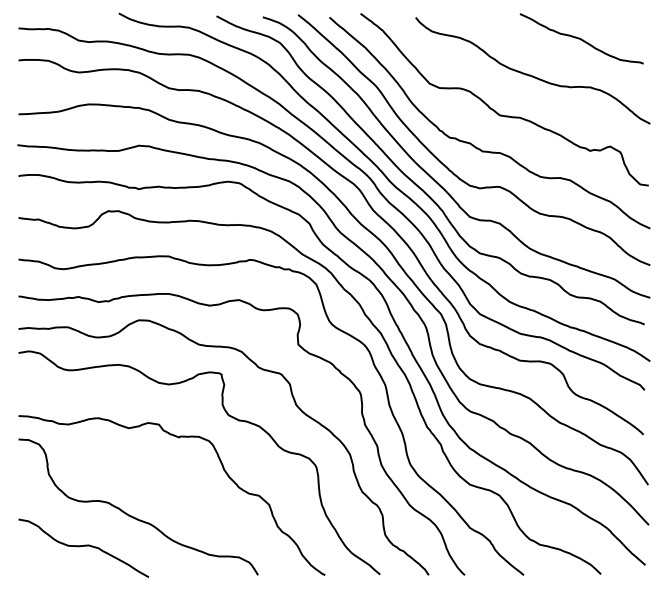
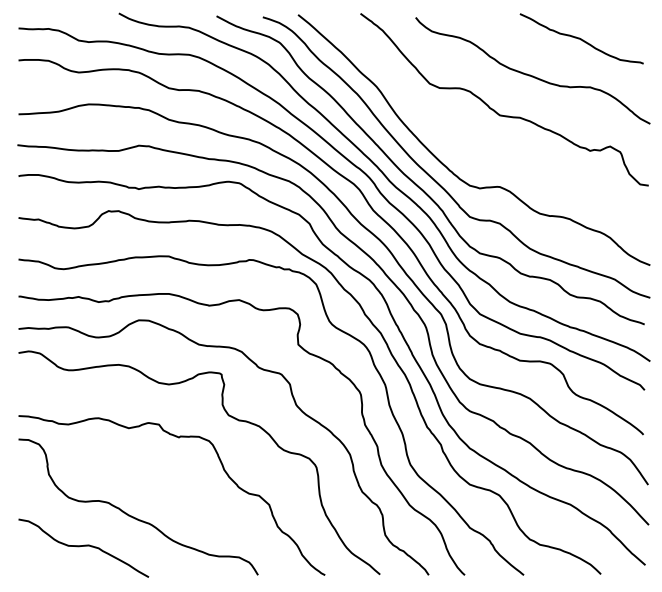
curve at (473, 144): present -> none
